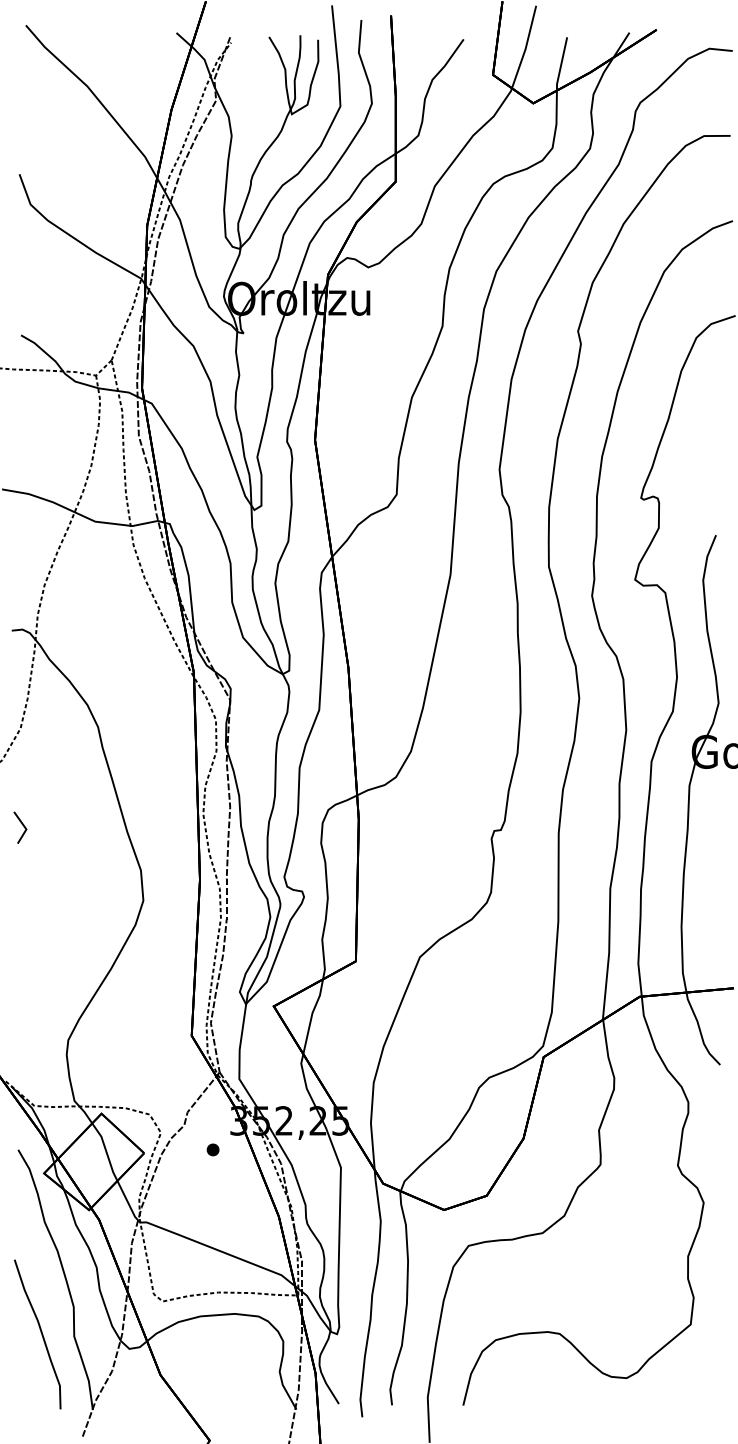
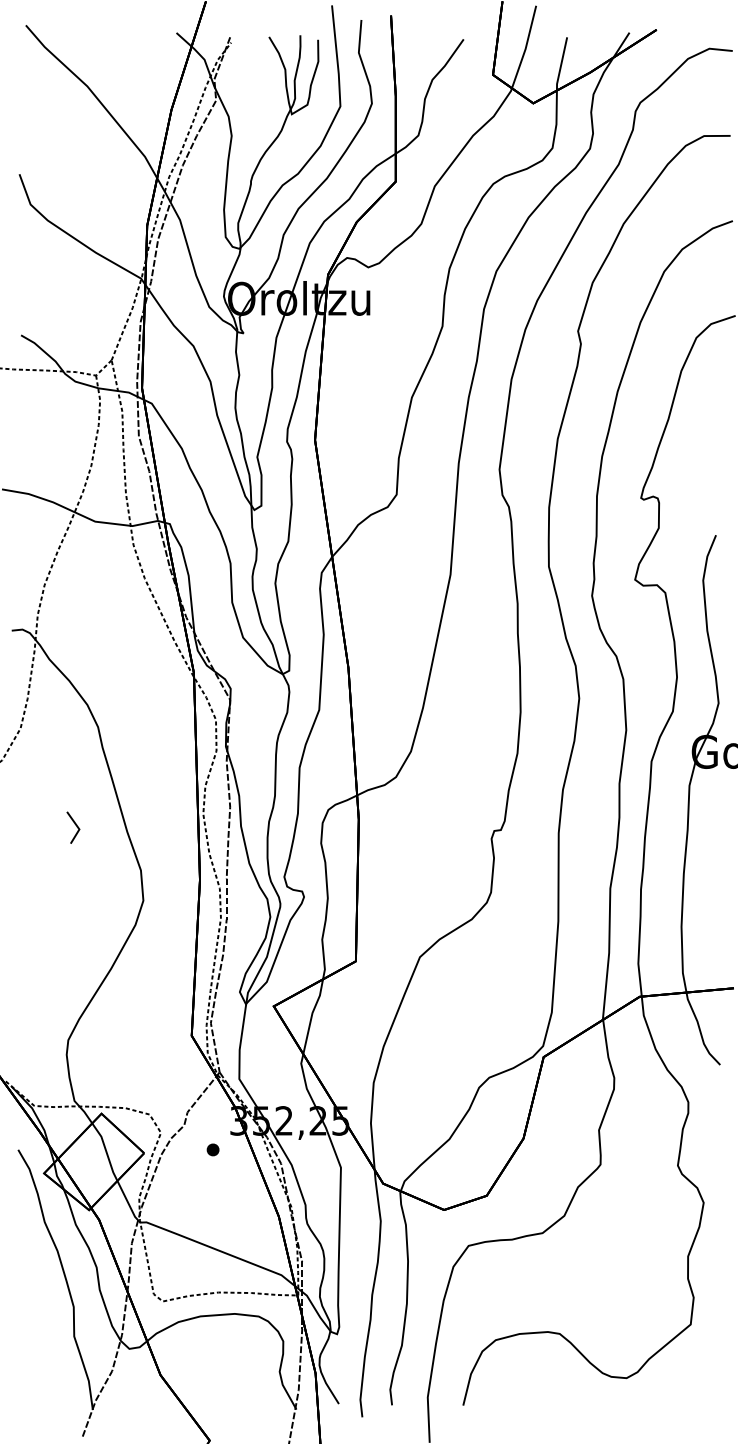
line at (22, 825) position: (22, 825) -> (75, 825)
curve at (40, 1332): present -> none
